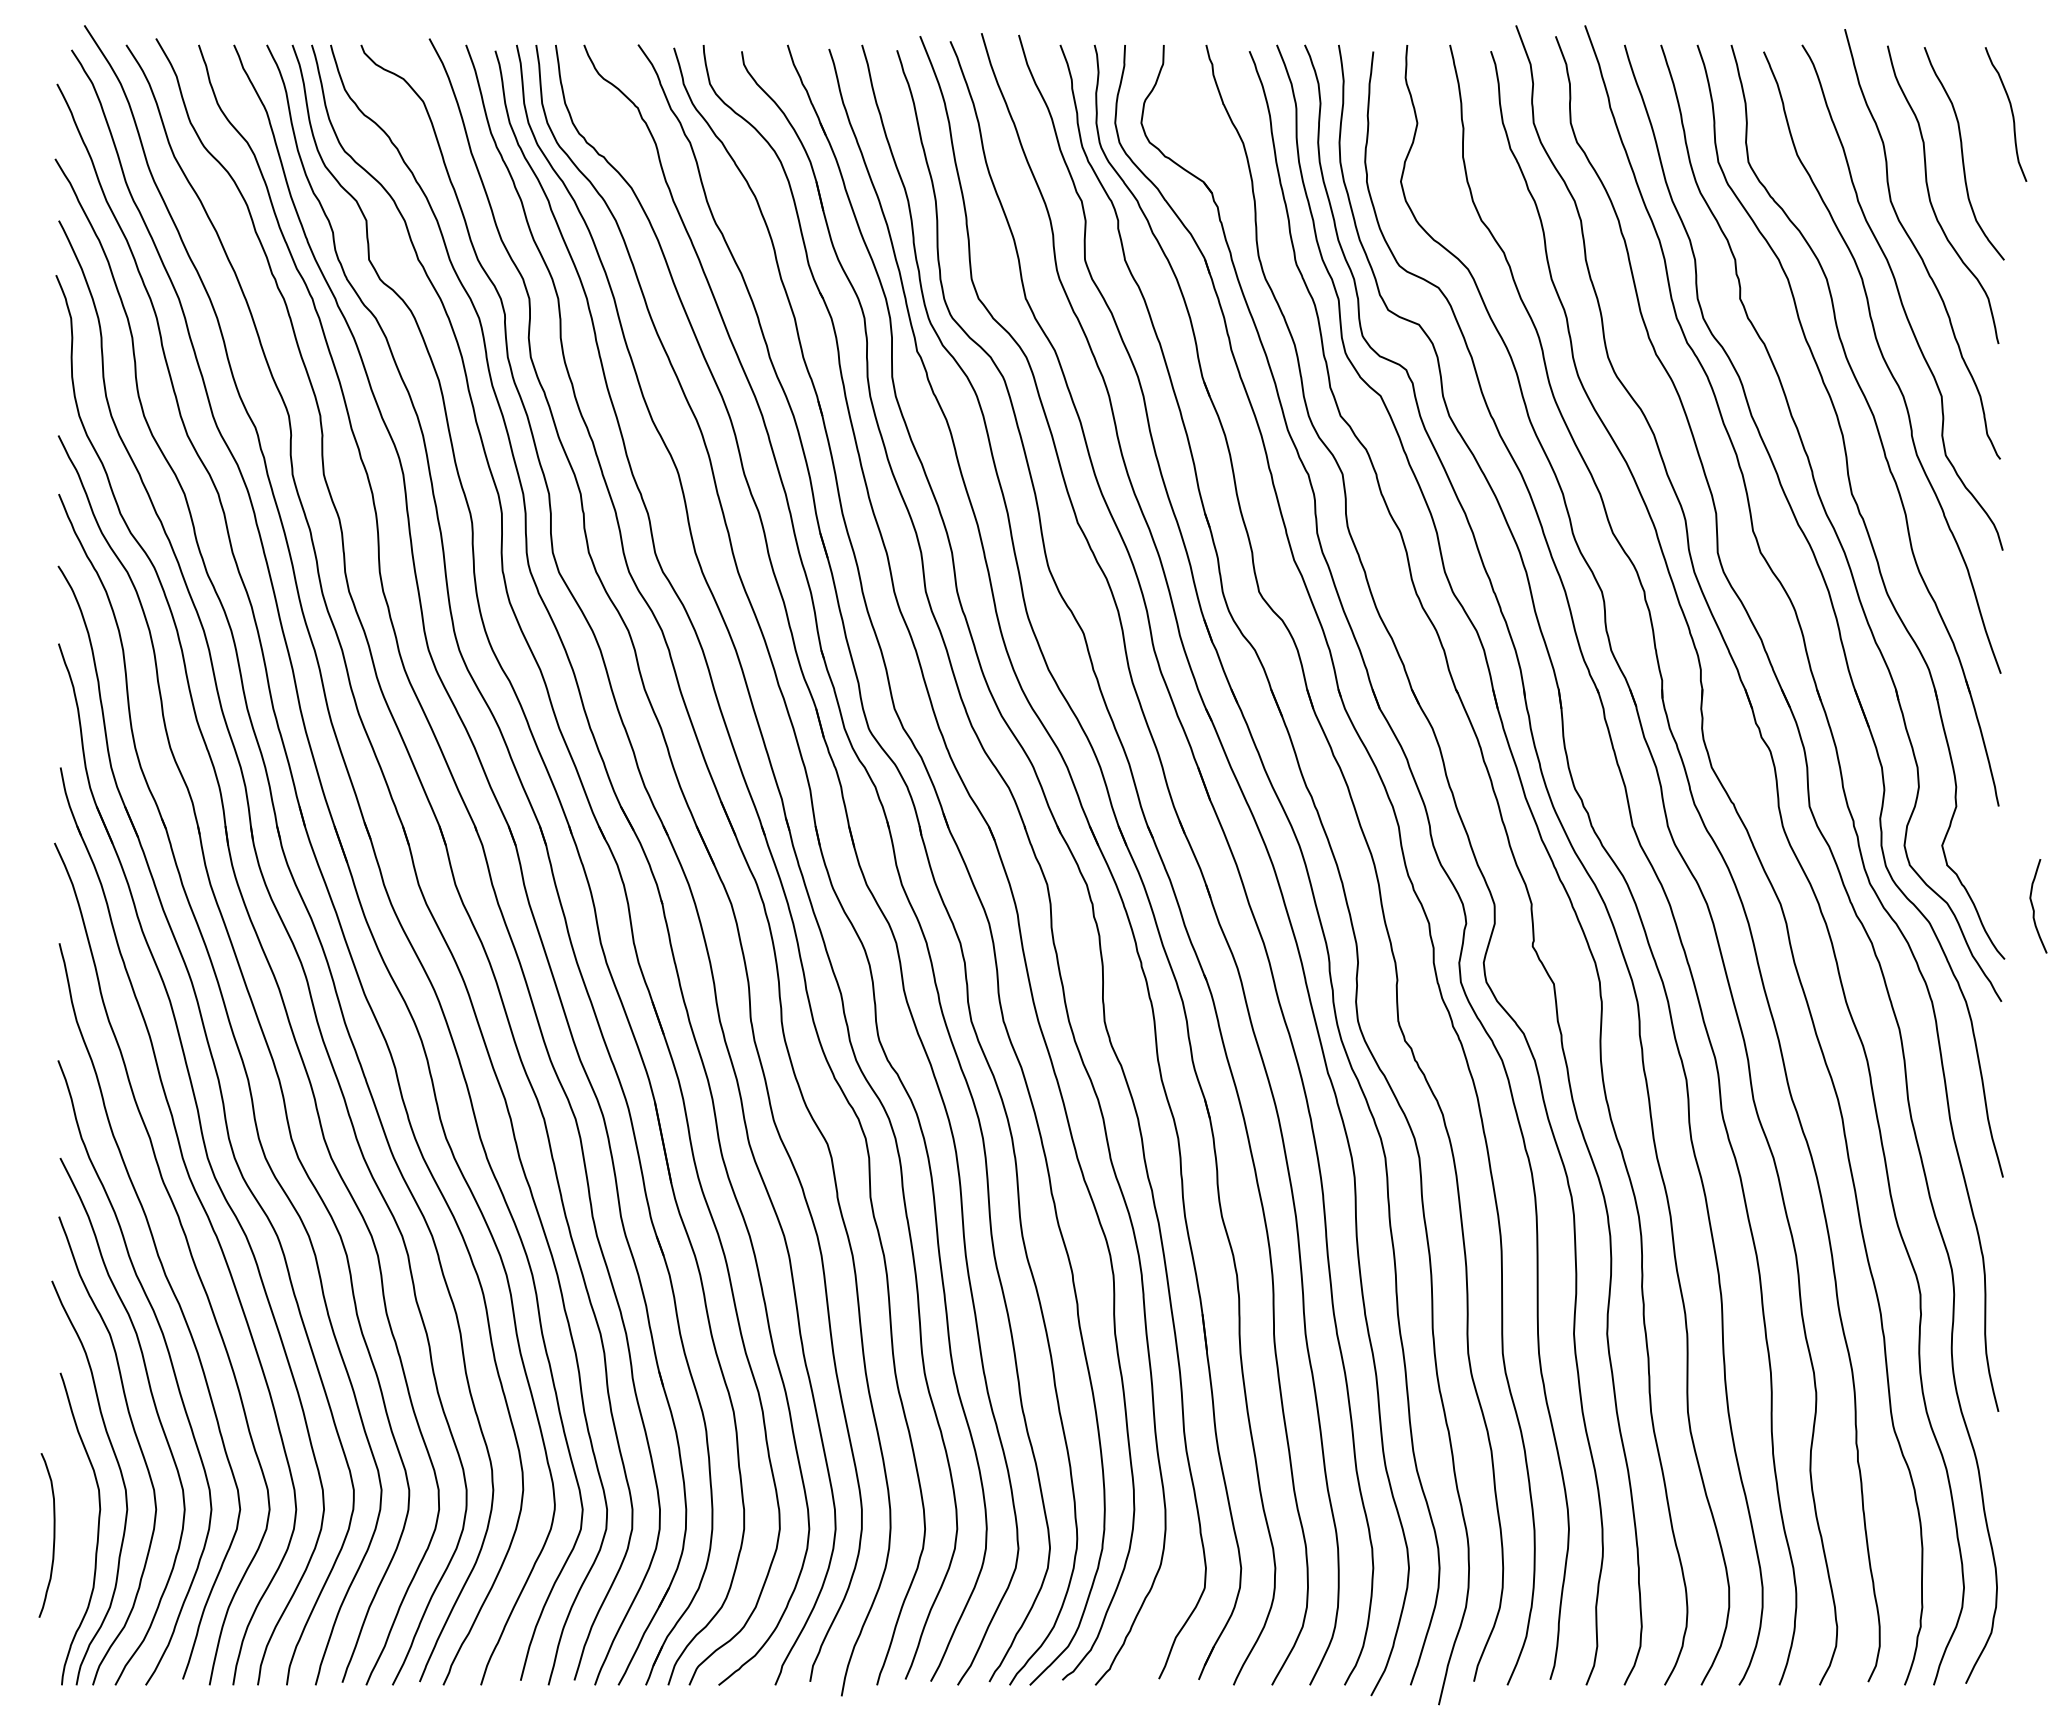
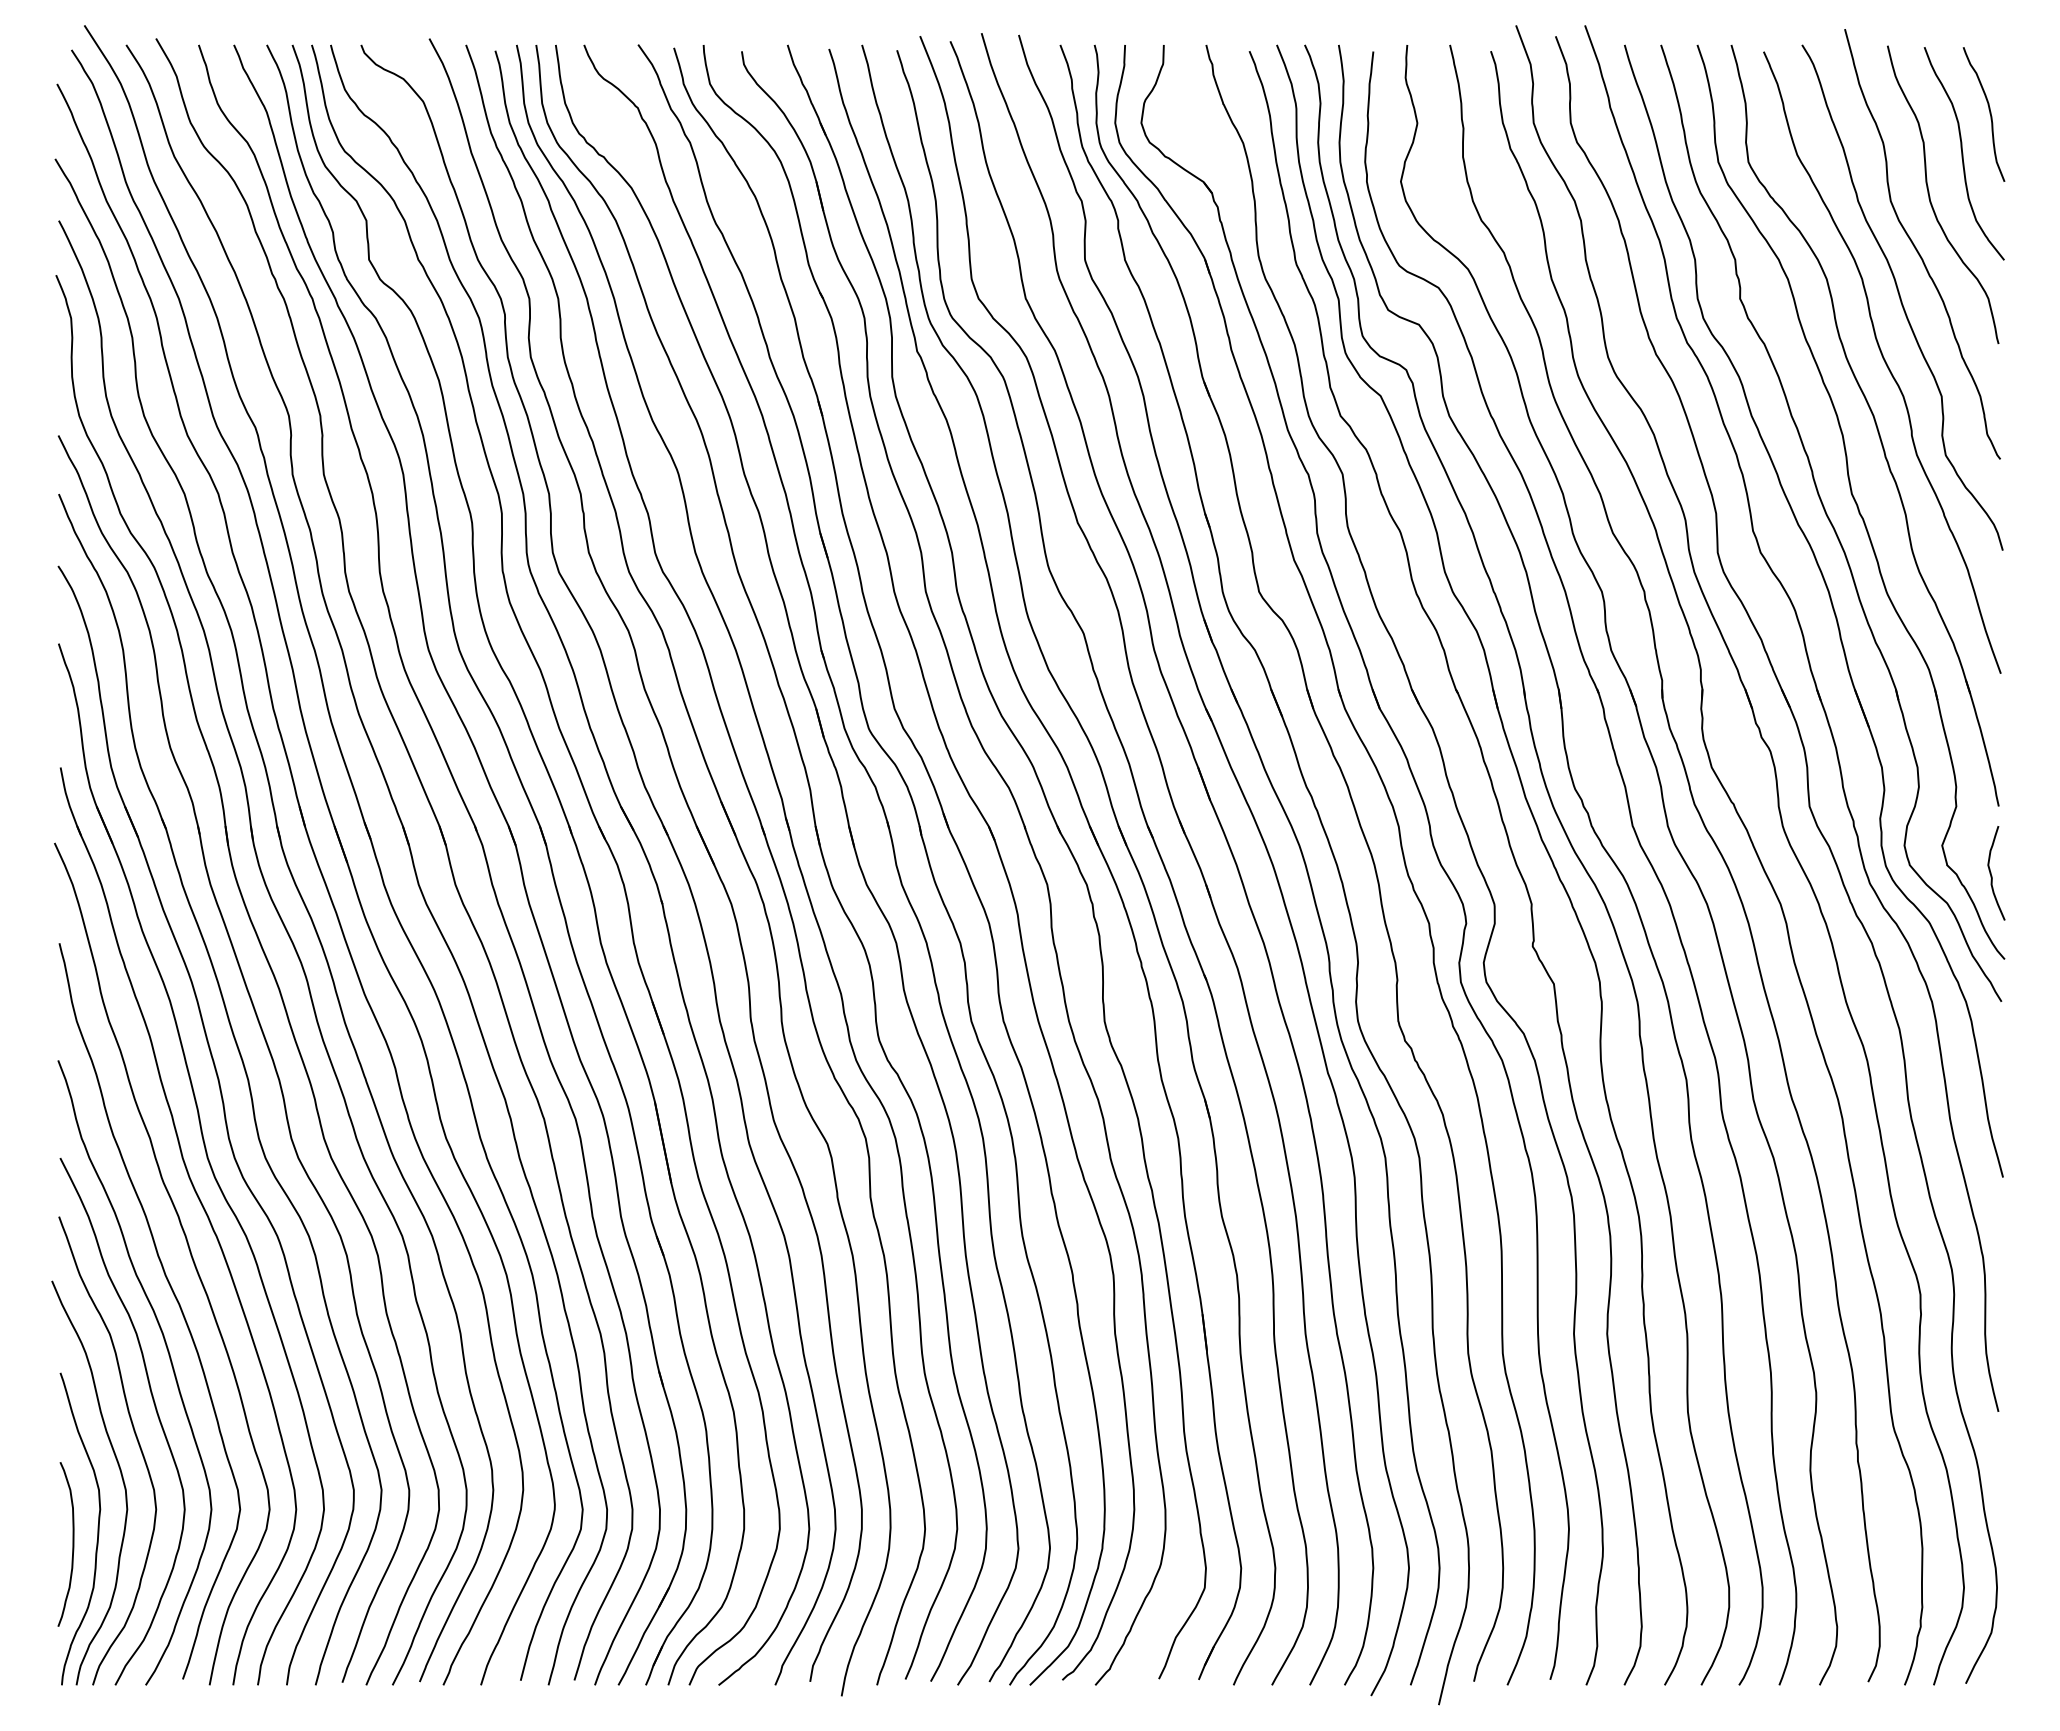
curve at (2011, 114) position: (2011, 114) -> (1989, 114)
curve at (2034, 908) position: (2034, 908) -> (1992, 875)
curve at (53, 1535) position: (53, 1535) -> (72, 1544)
